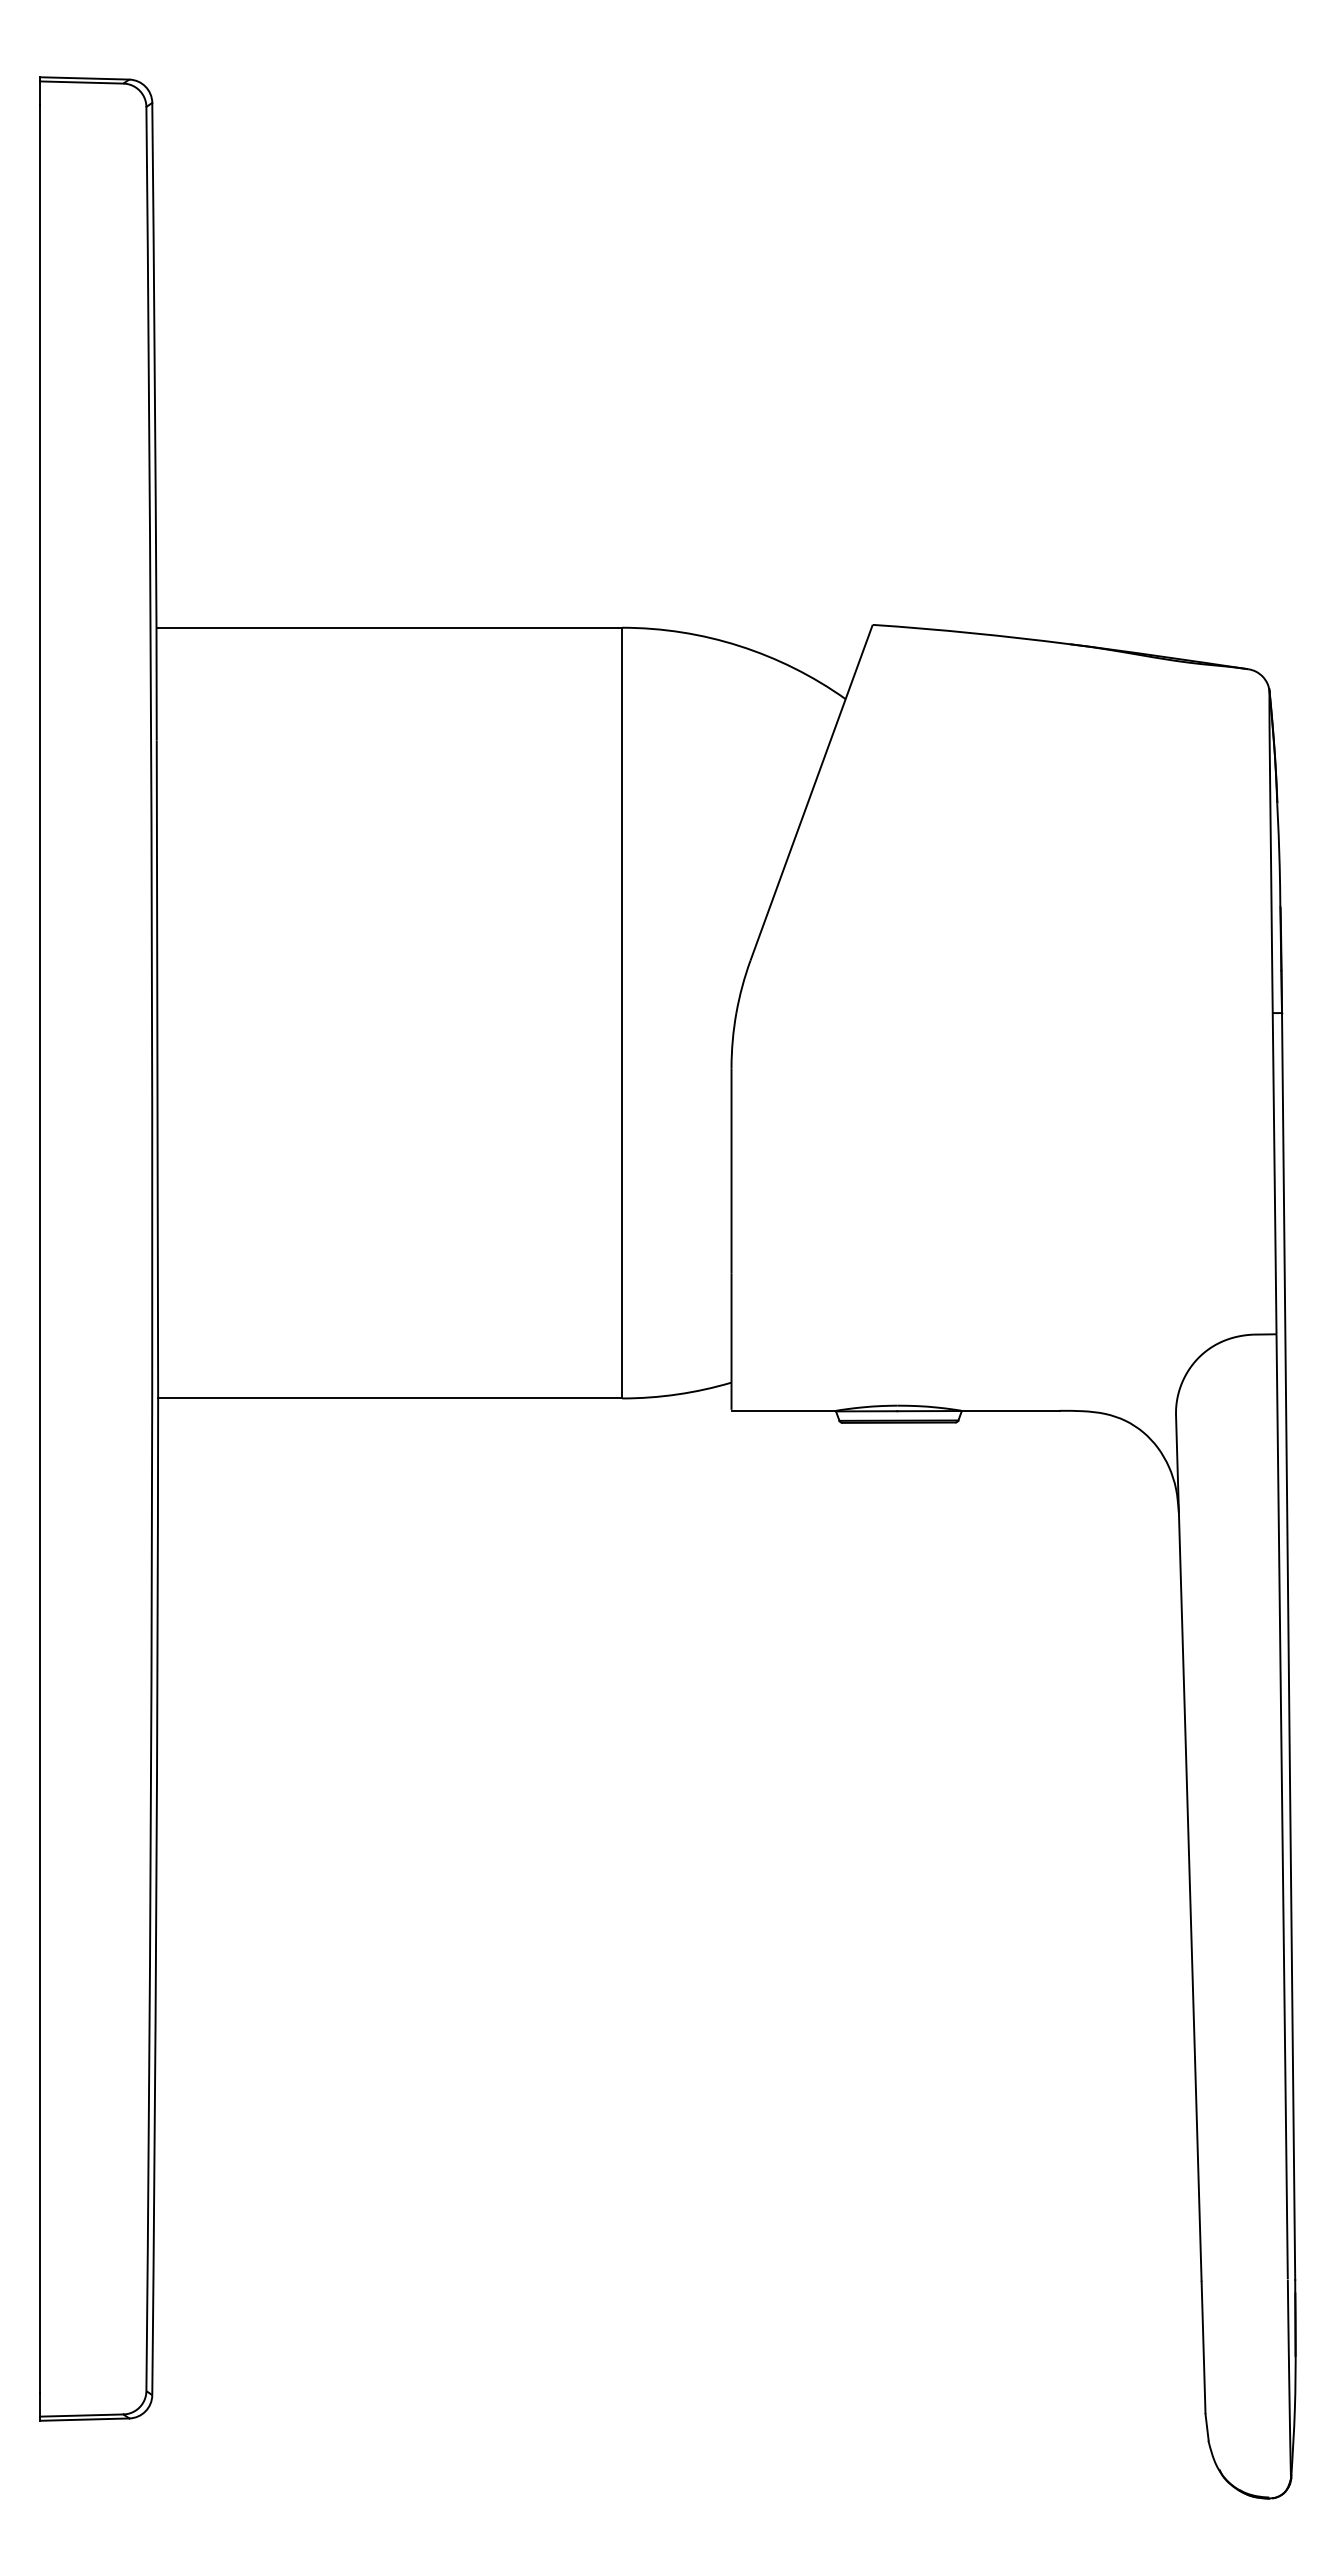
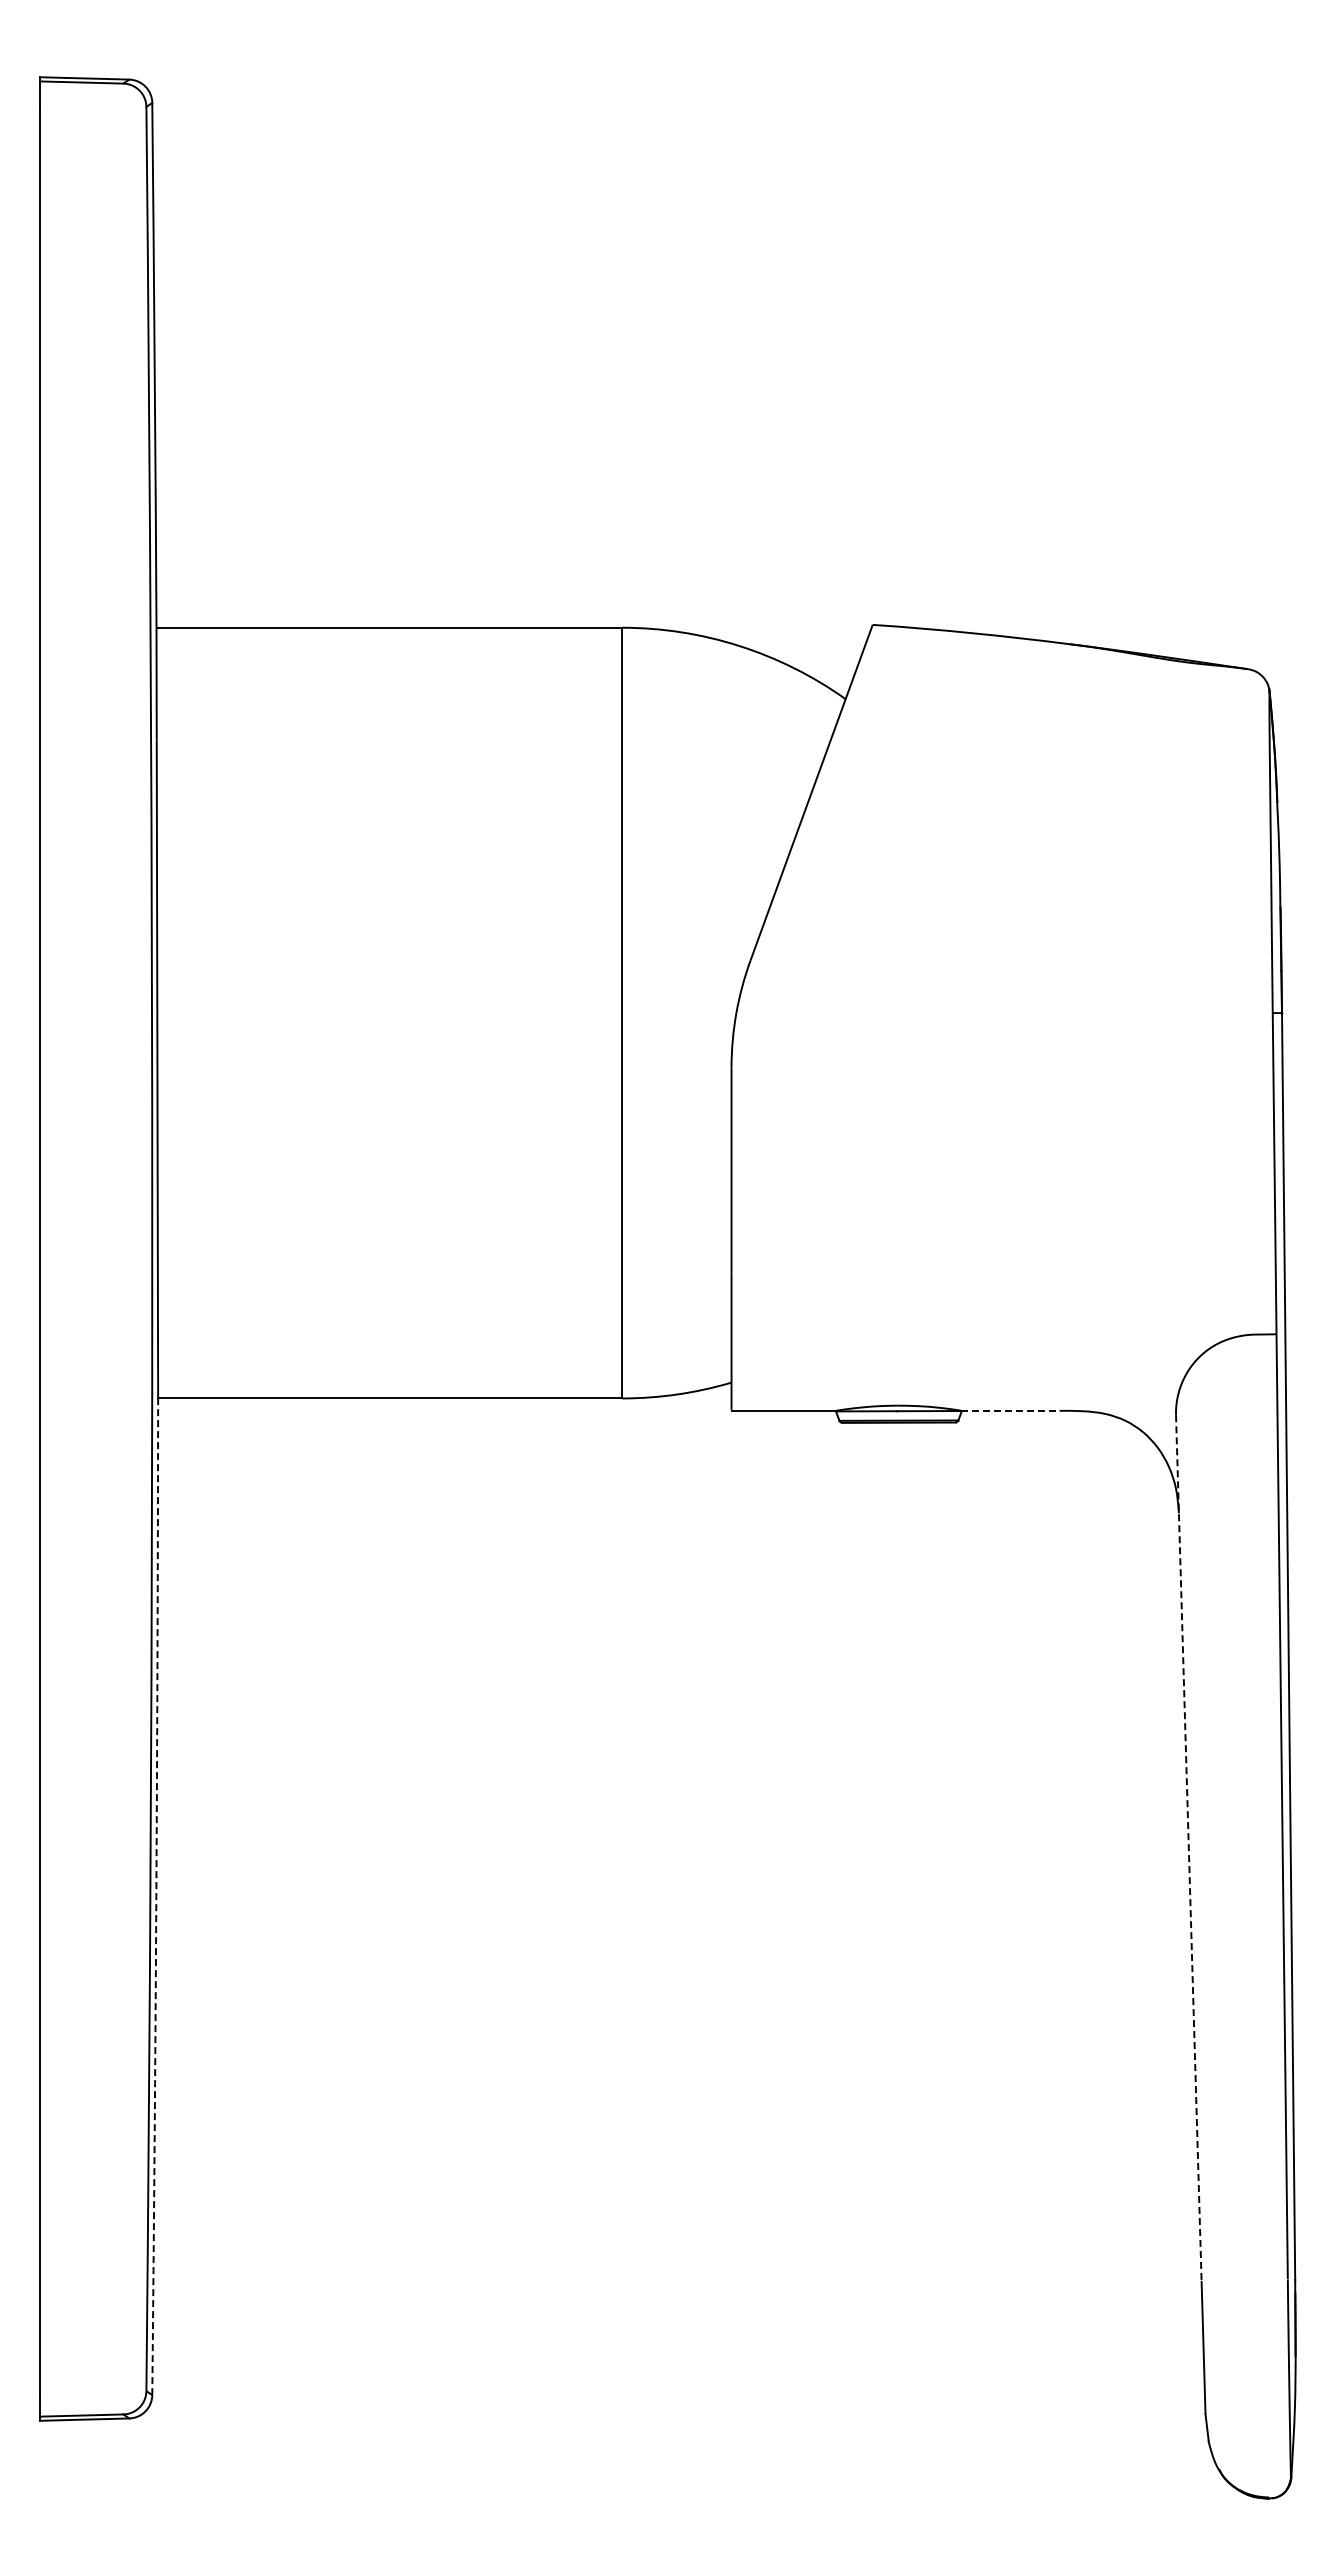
line at (1010, 1410): solid -> dashed
line at (1188, 1848): solid -> dashed
arc at (156, 1896): solid -> dashed
